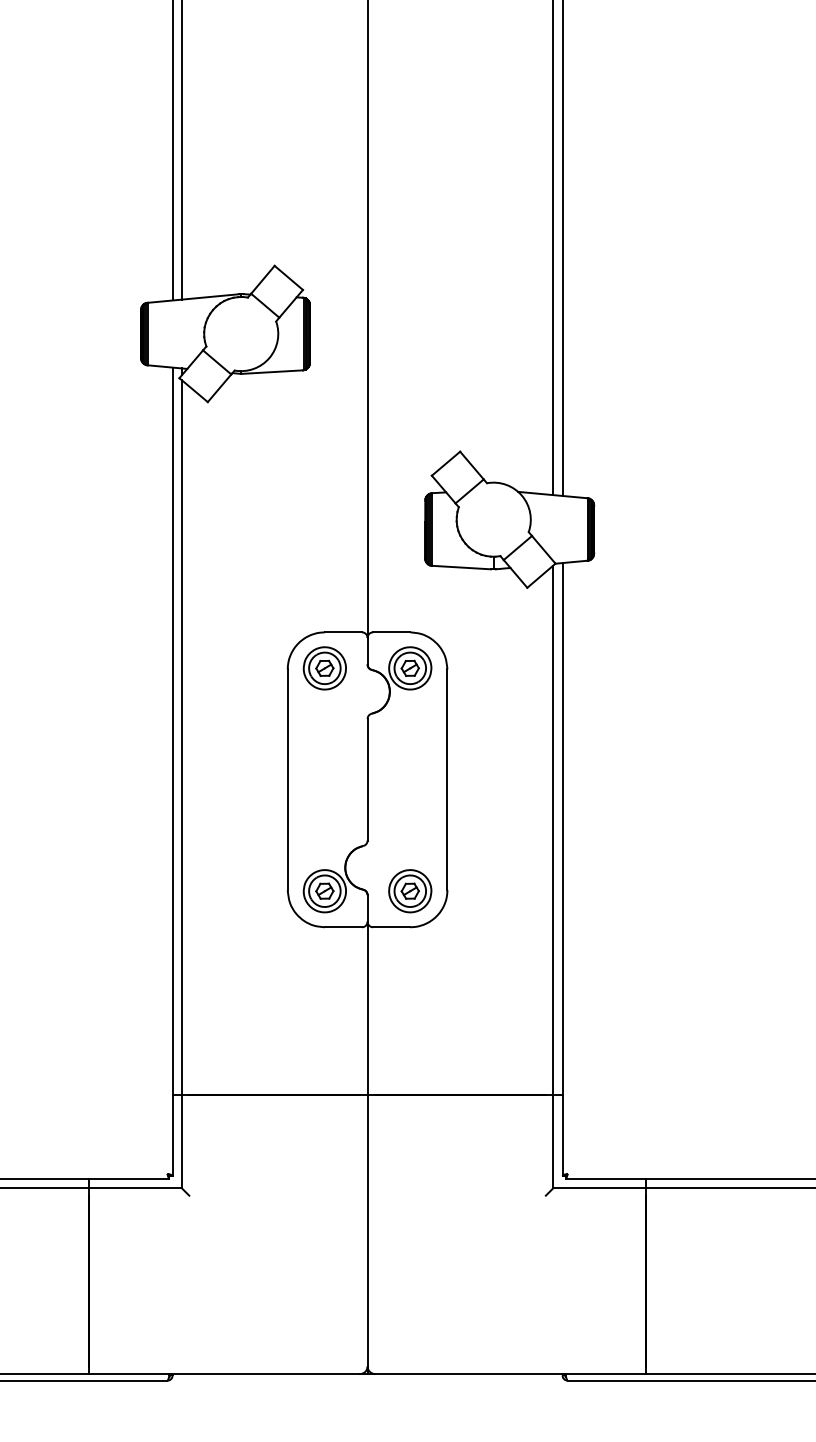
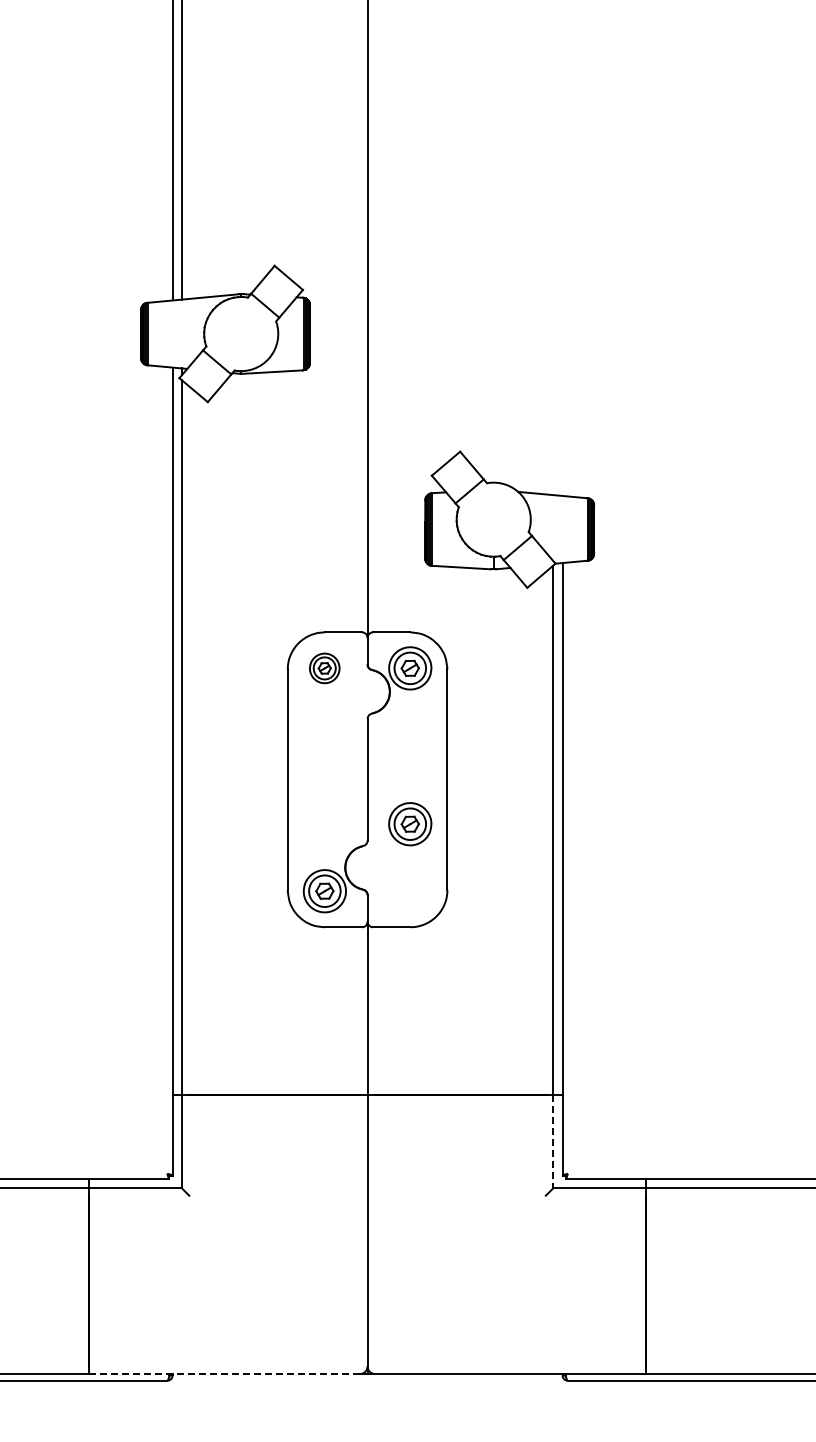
line at (553, 248): present -> none
line at (562, 248): present -> none
part at (324, 668) size: 45x45 px -> 32x33 px
part at (410, 891) position: (410, 891) -> (410, 824)
line at (553, 1142): solid -> dashed
line at (224, 1373): solid -> dashed
